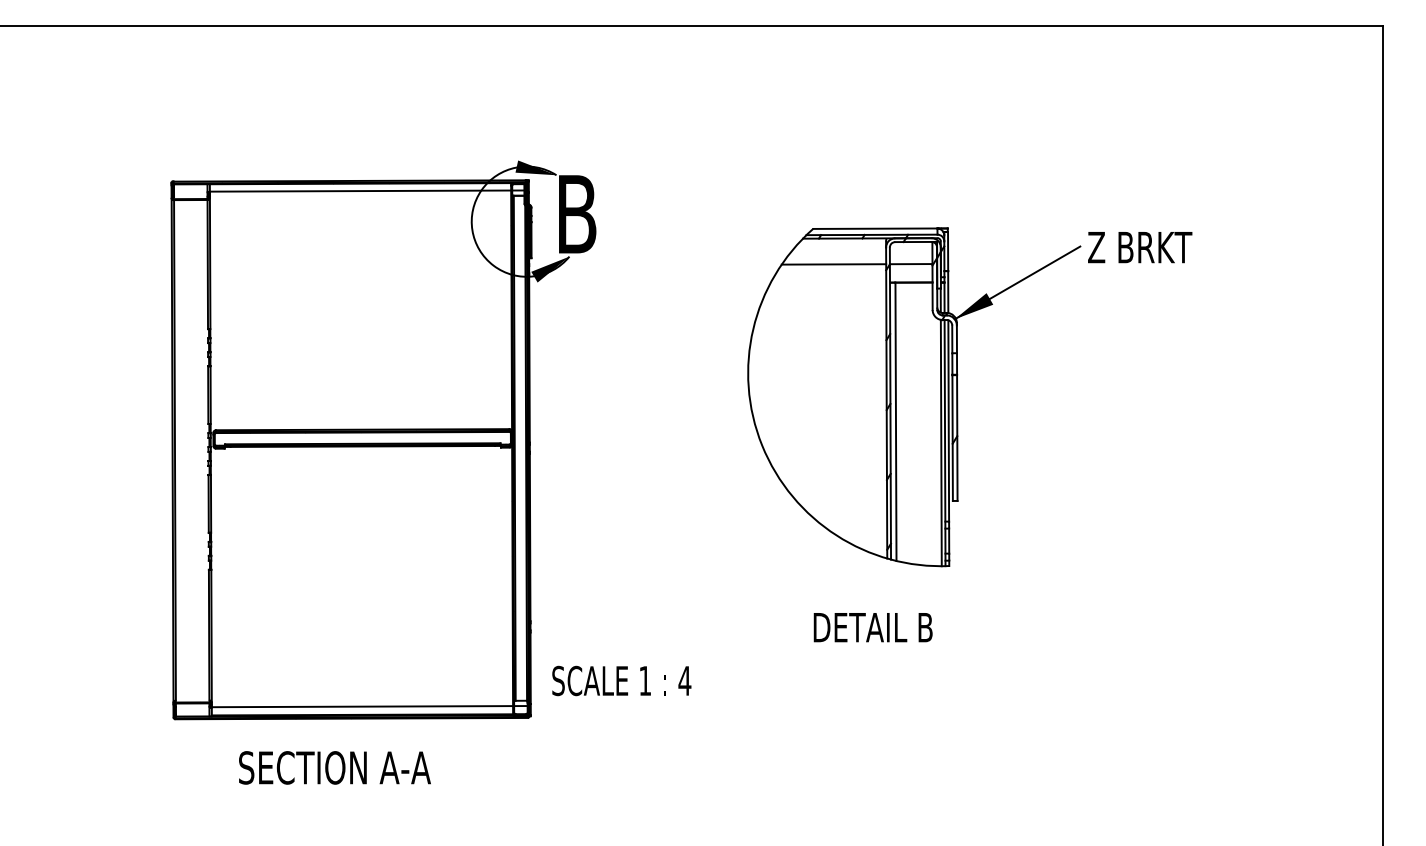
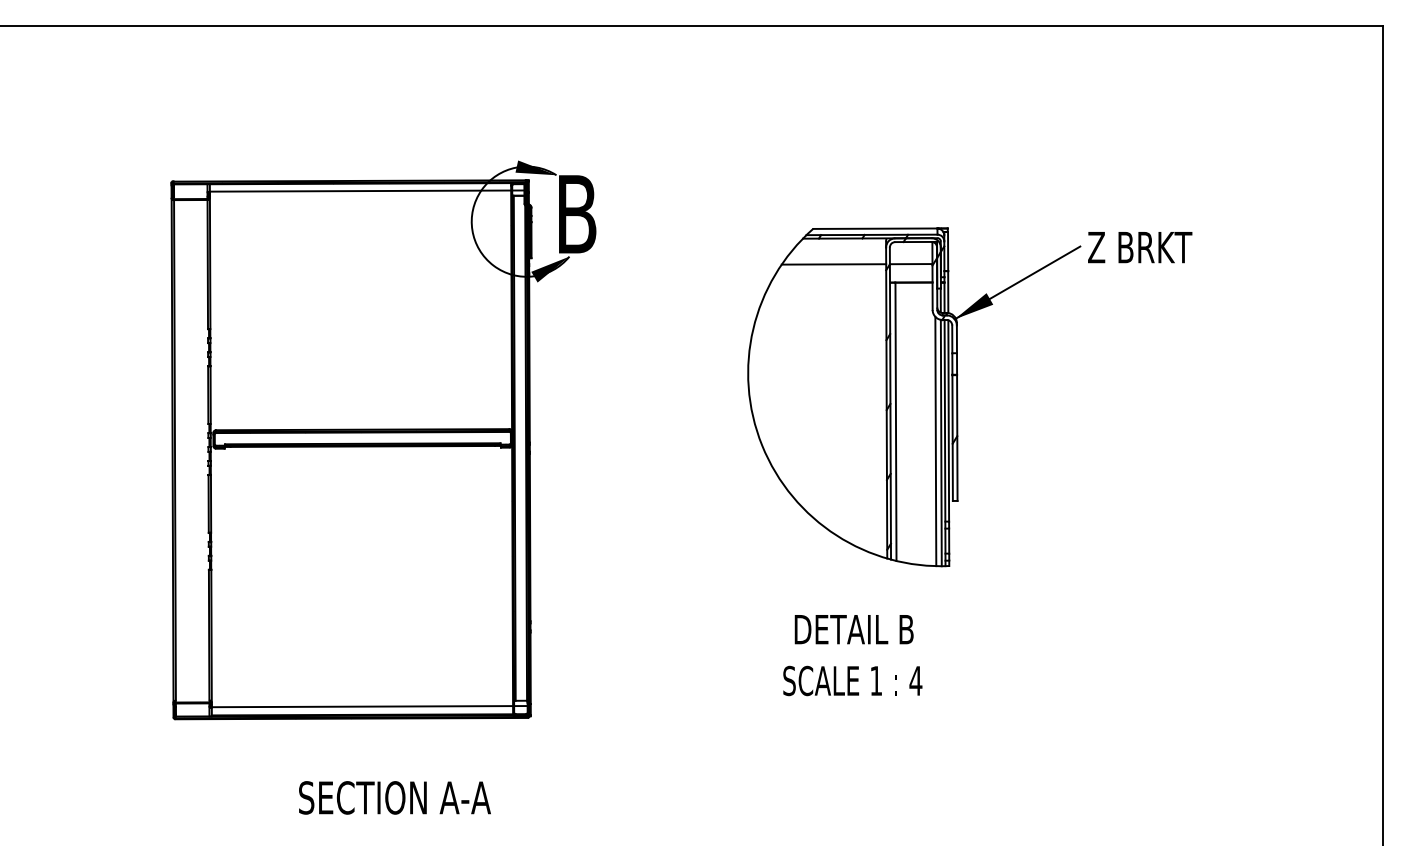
line at (935, 441): none -> present
text at (872, 627) position: (872, 627) -> (853, 629)
text at (621, 680) position: (621, 680) -> (852, 680)
text at (334, 767) position: (334, 767) -> (394, 797)
